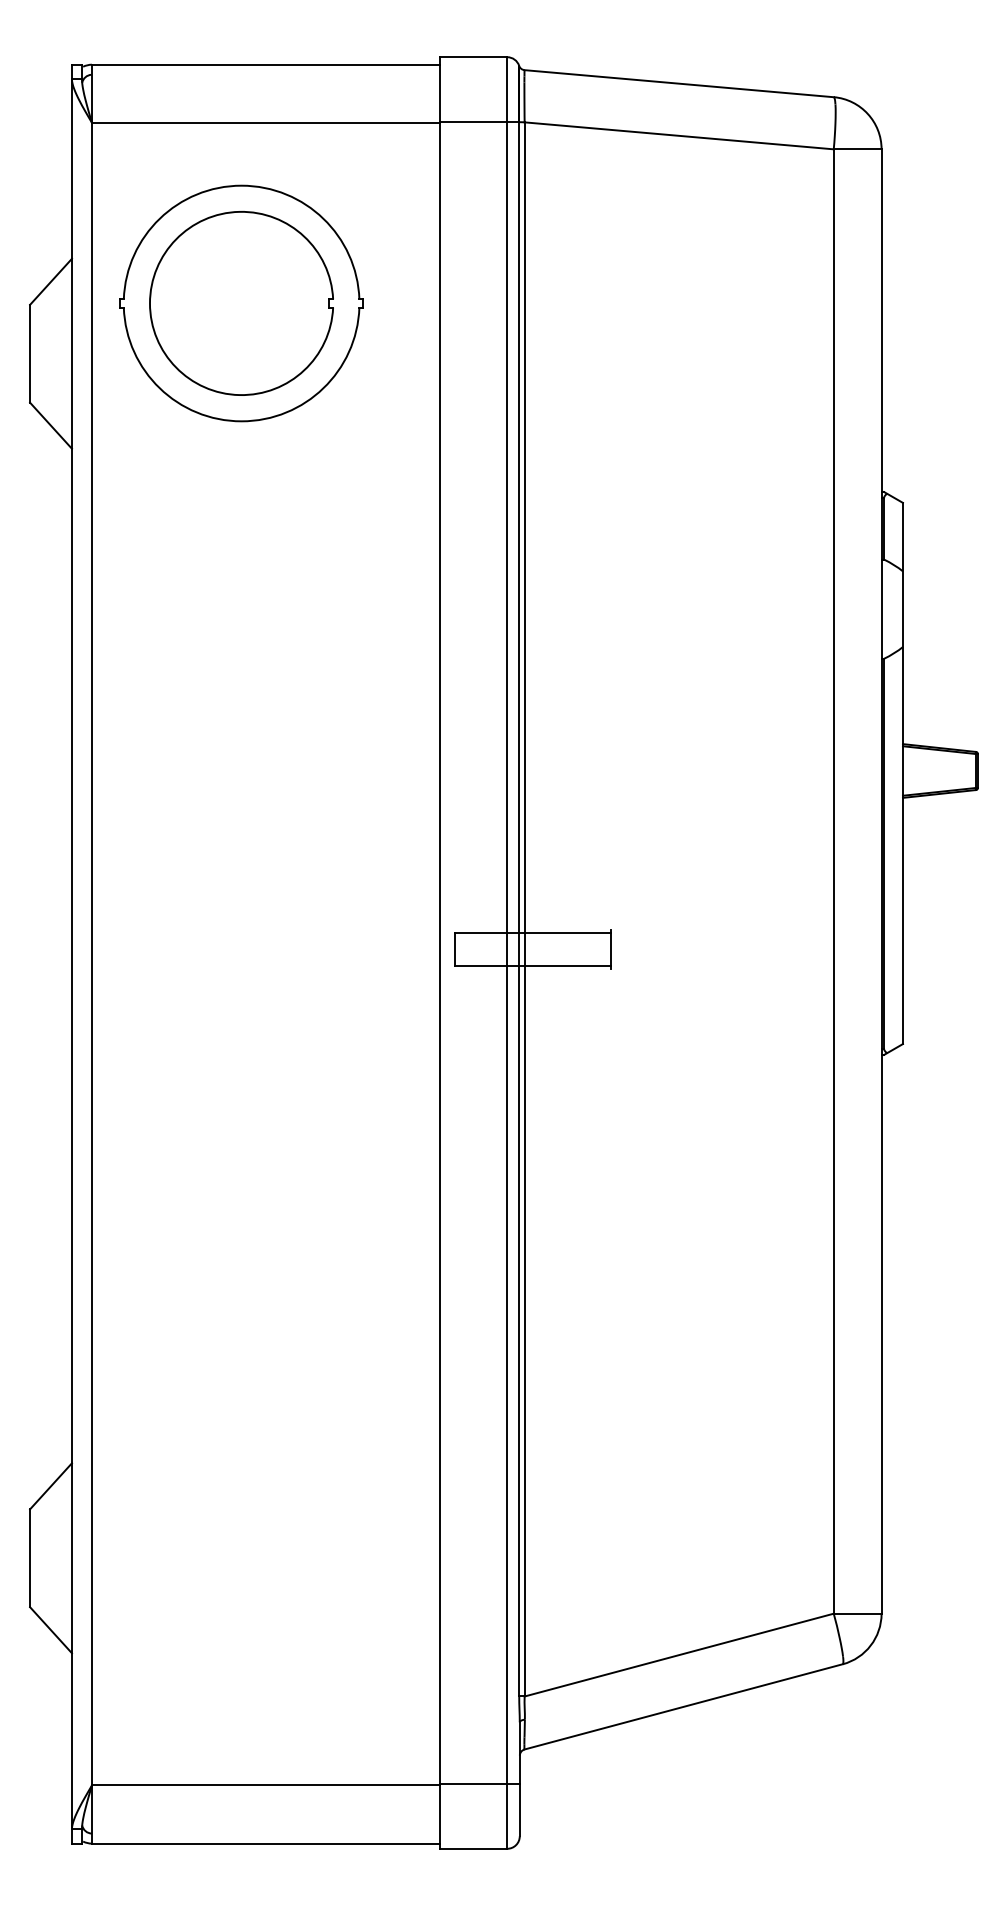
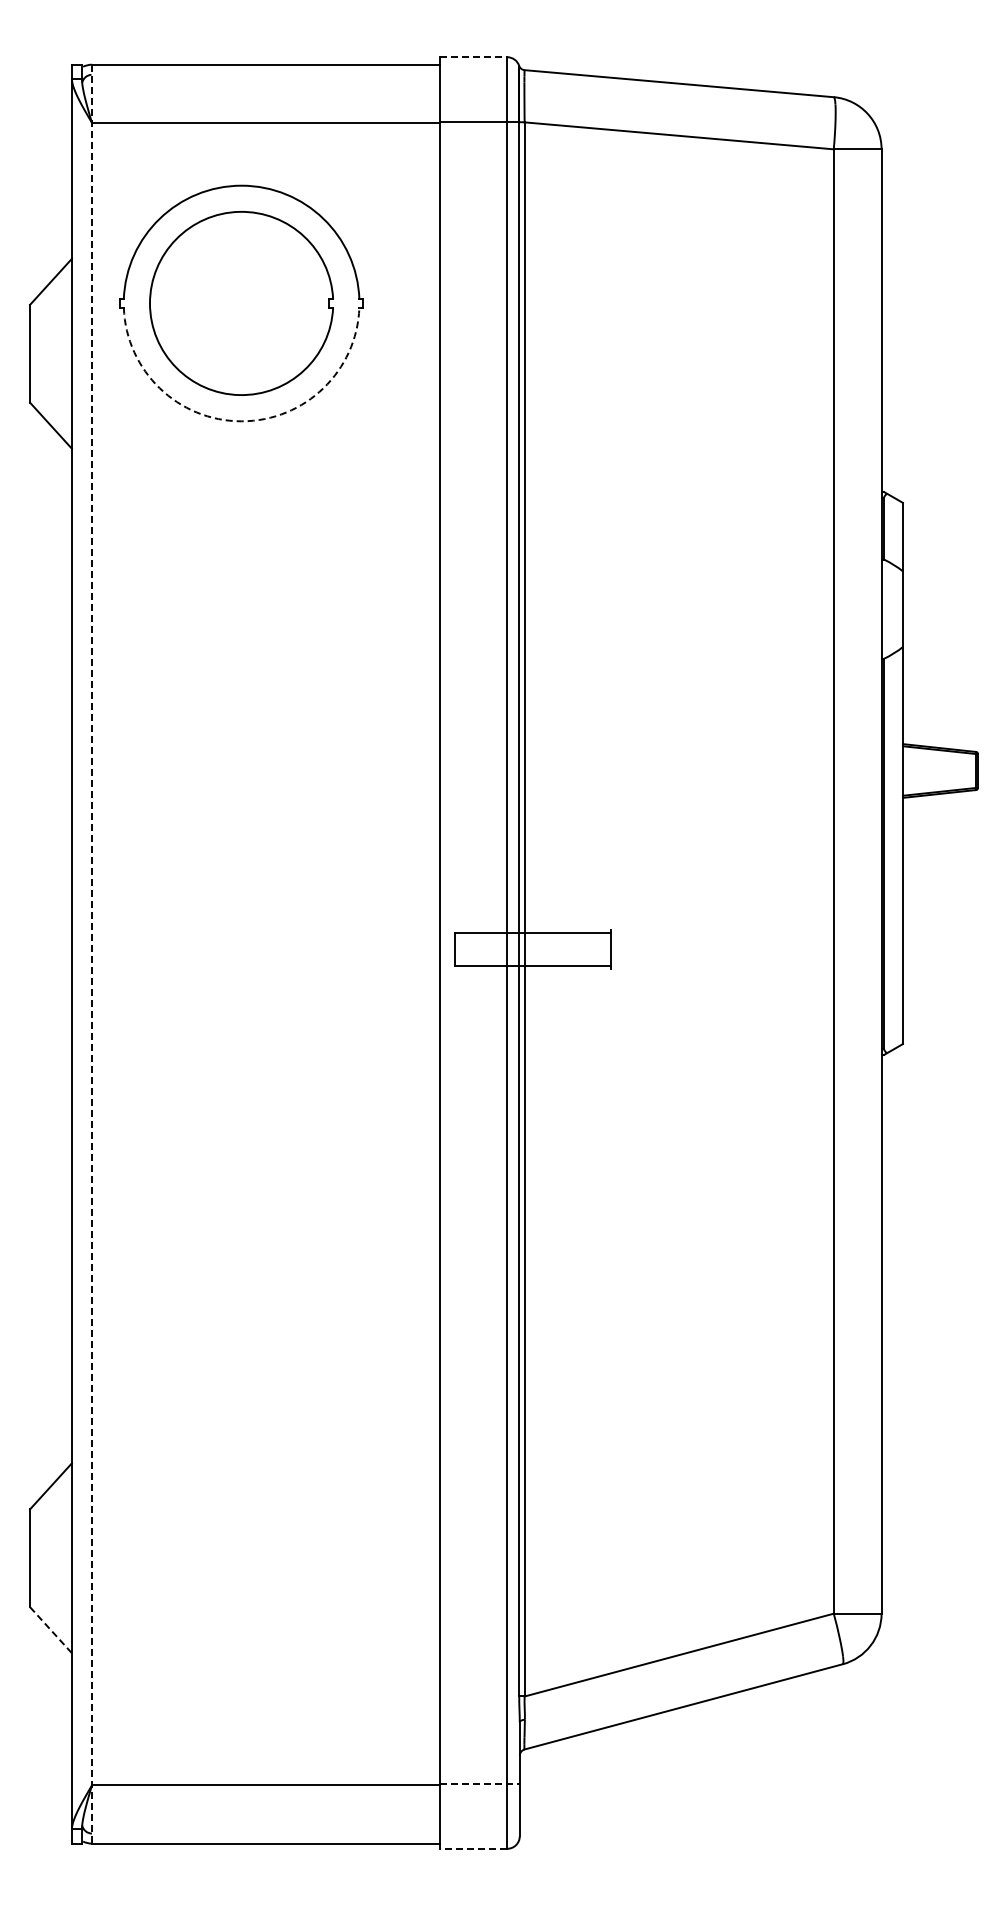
line at (473, 57): solid -> dashed
arc at (241, 421): solid -> dashed
line at (92, 954): solid -> dashed
line at (51, 1630): solid -> dashed
line at (480, 1783): solid -> dashed
line at (473, 1848): solid -> dashed
